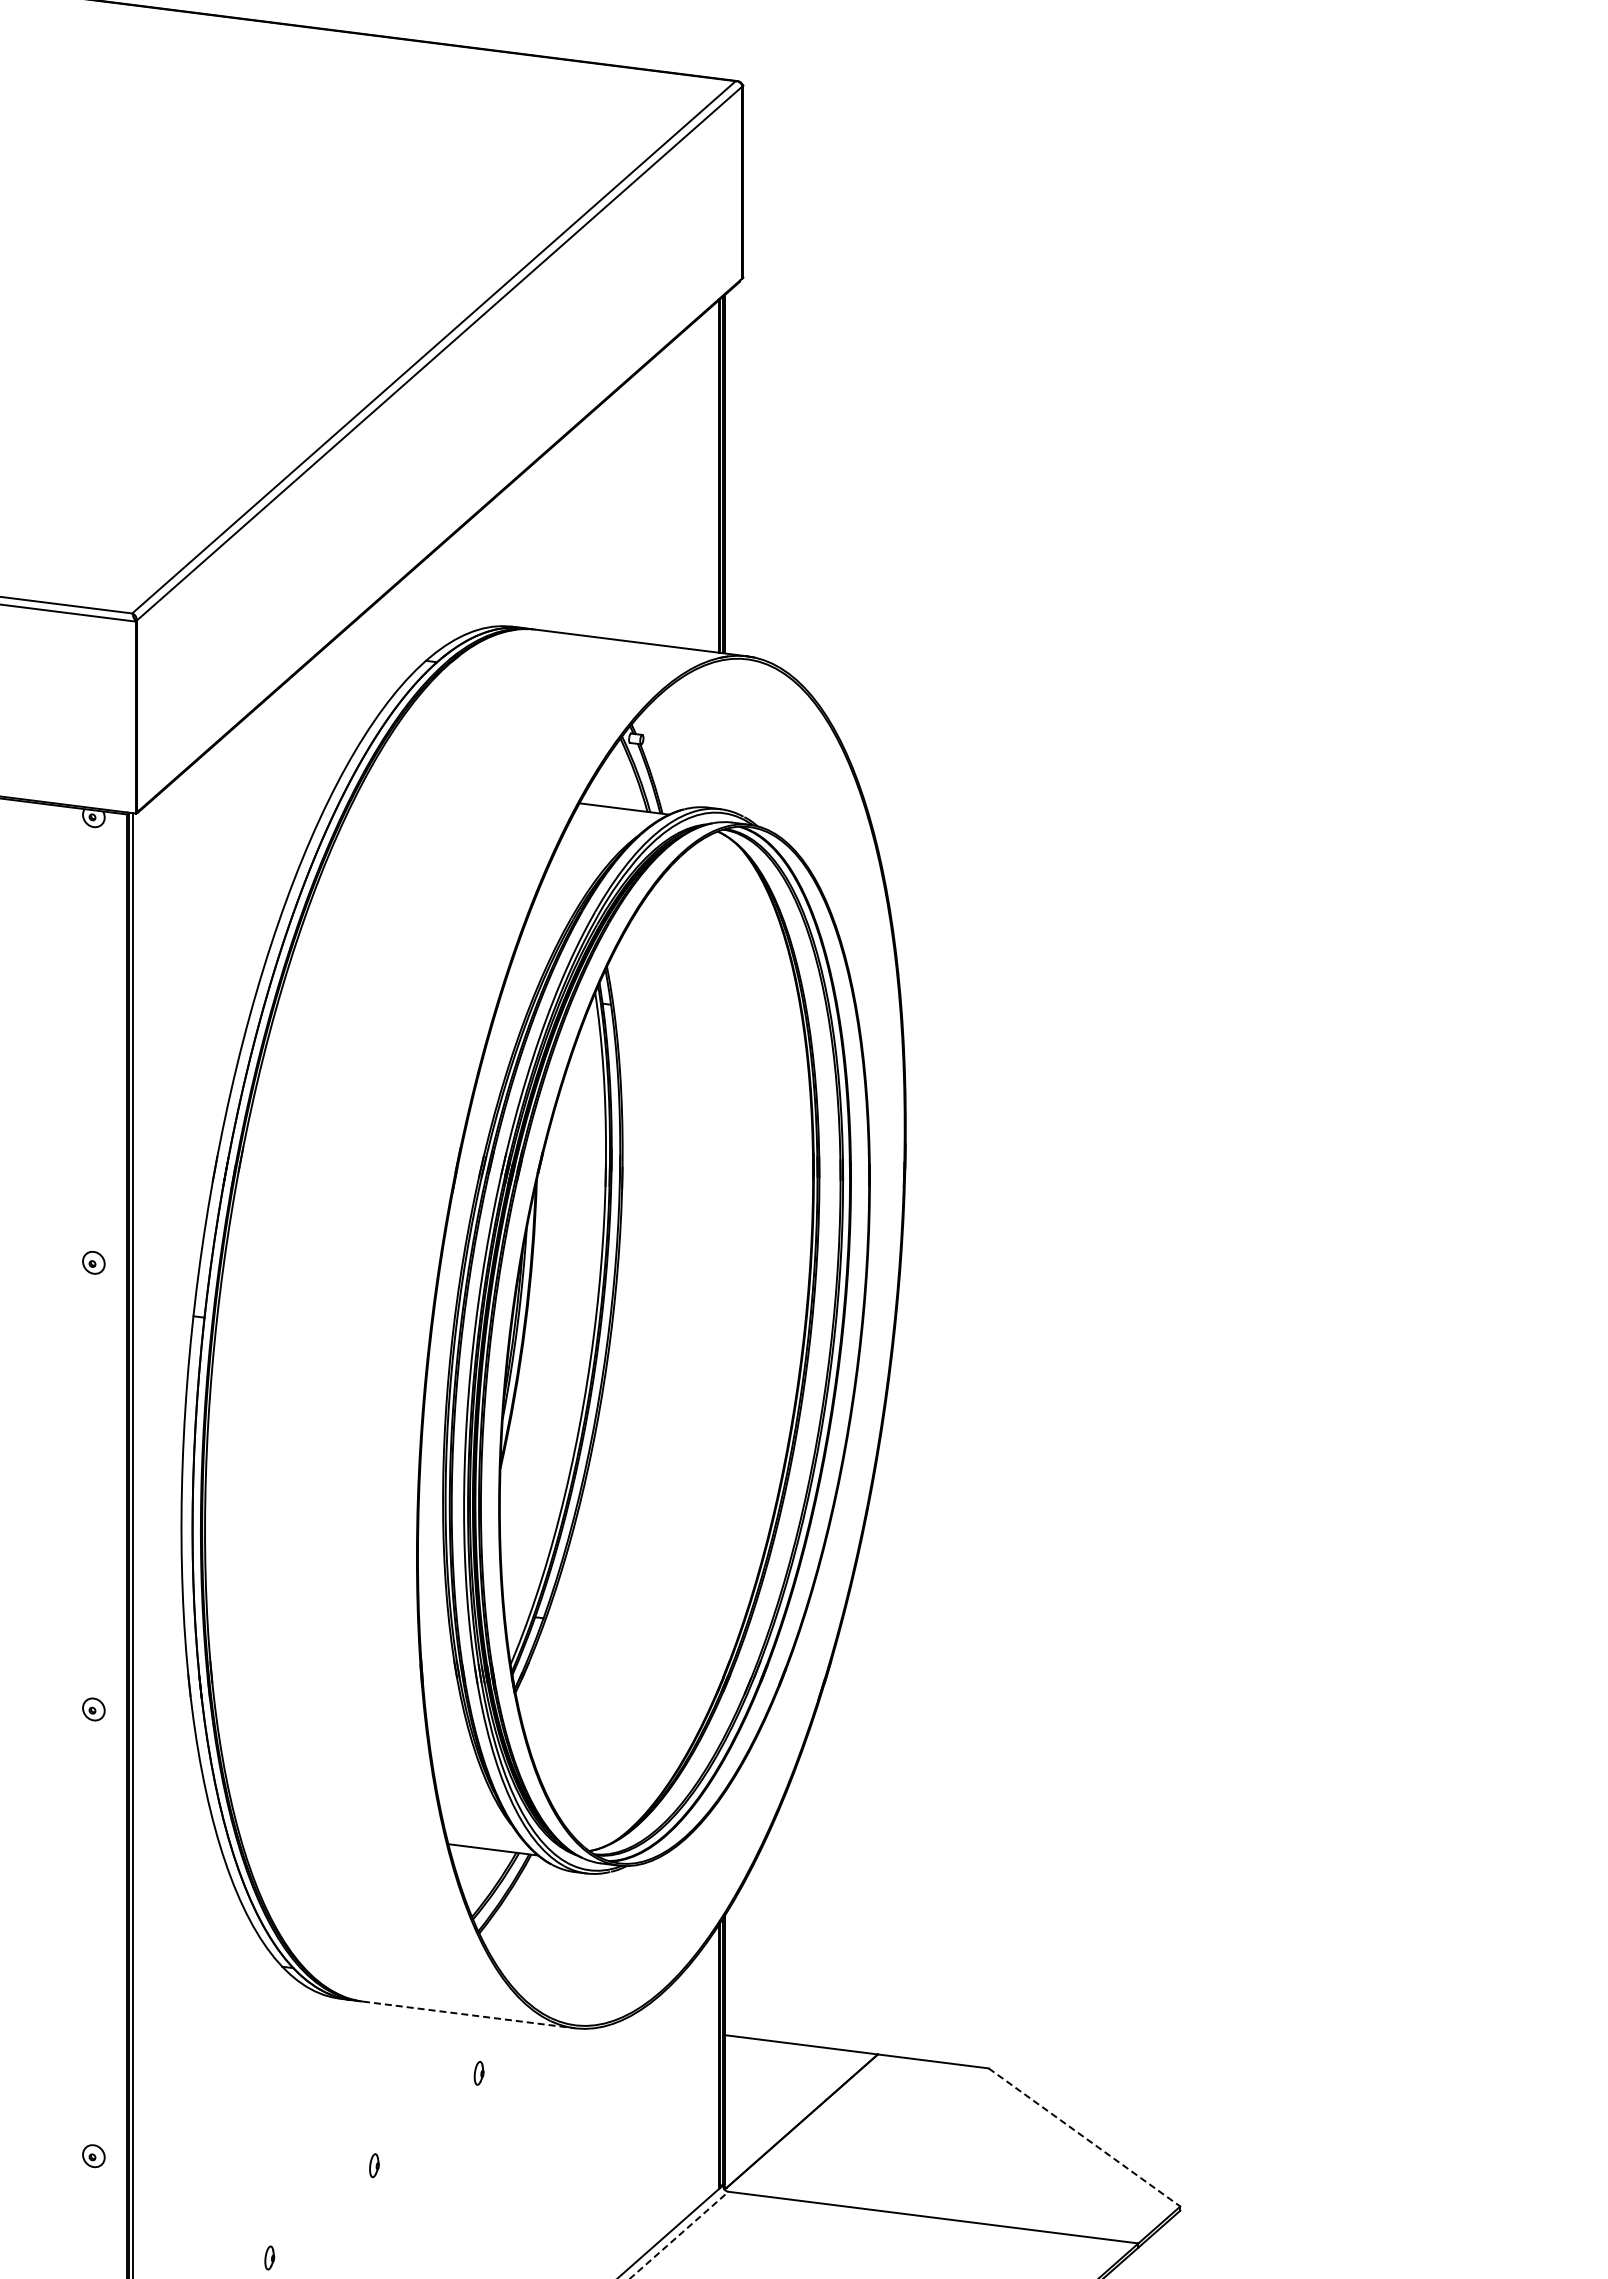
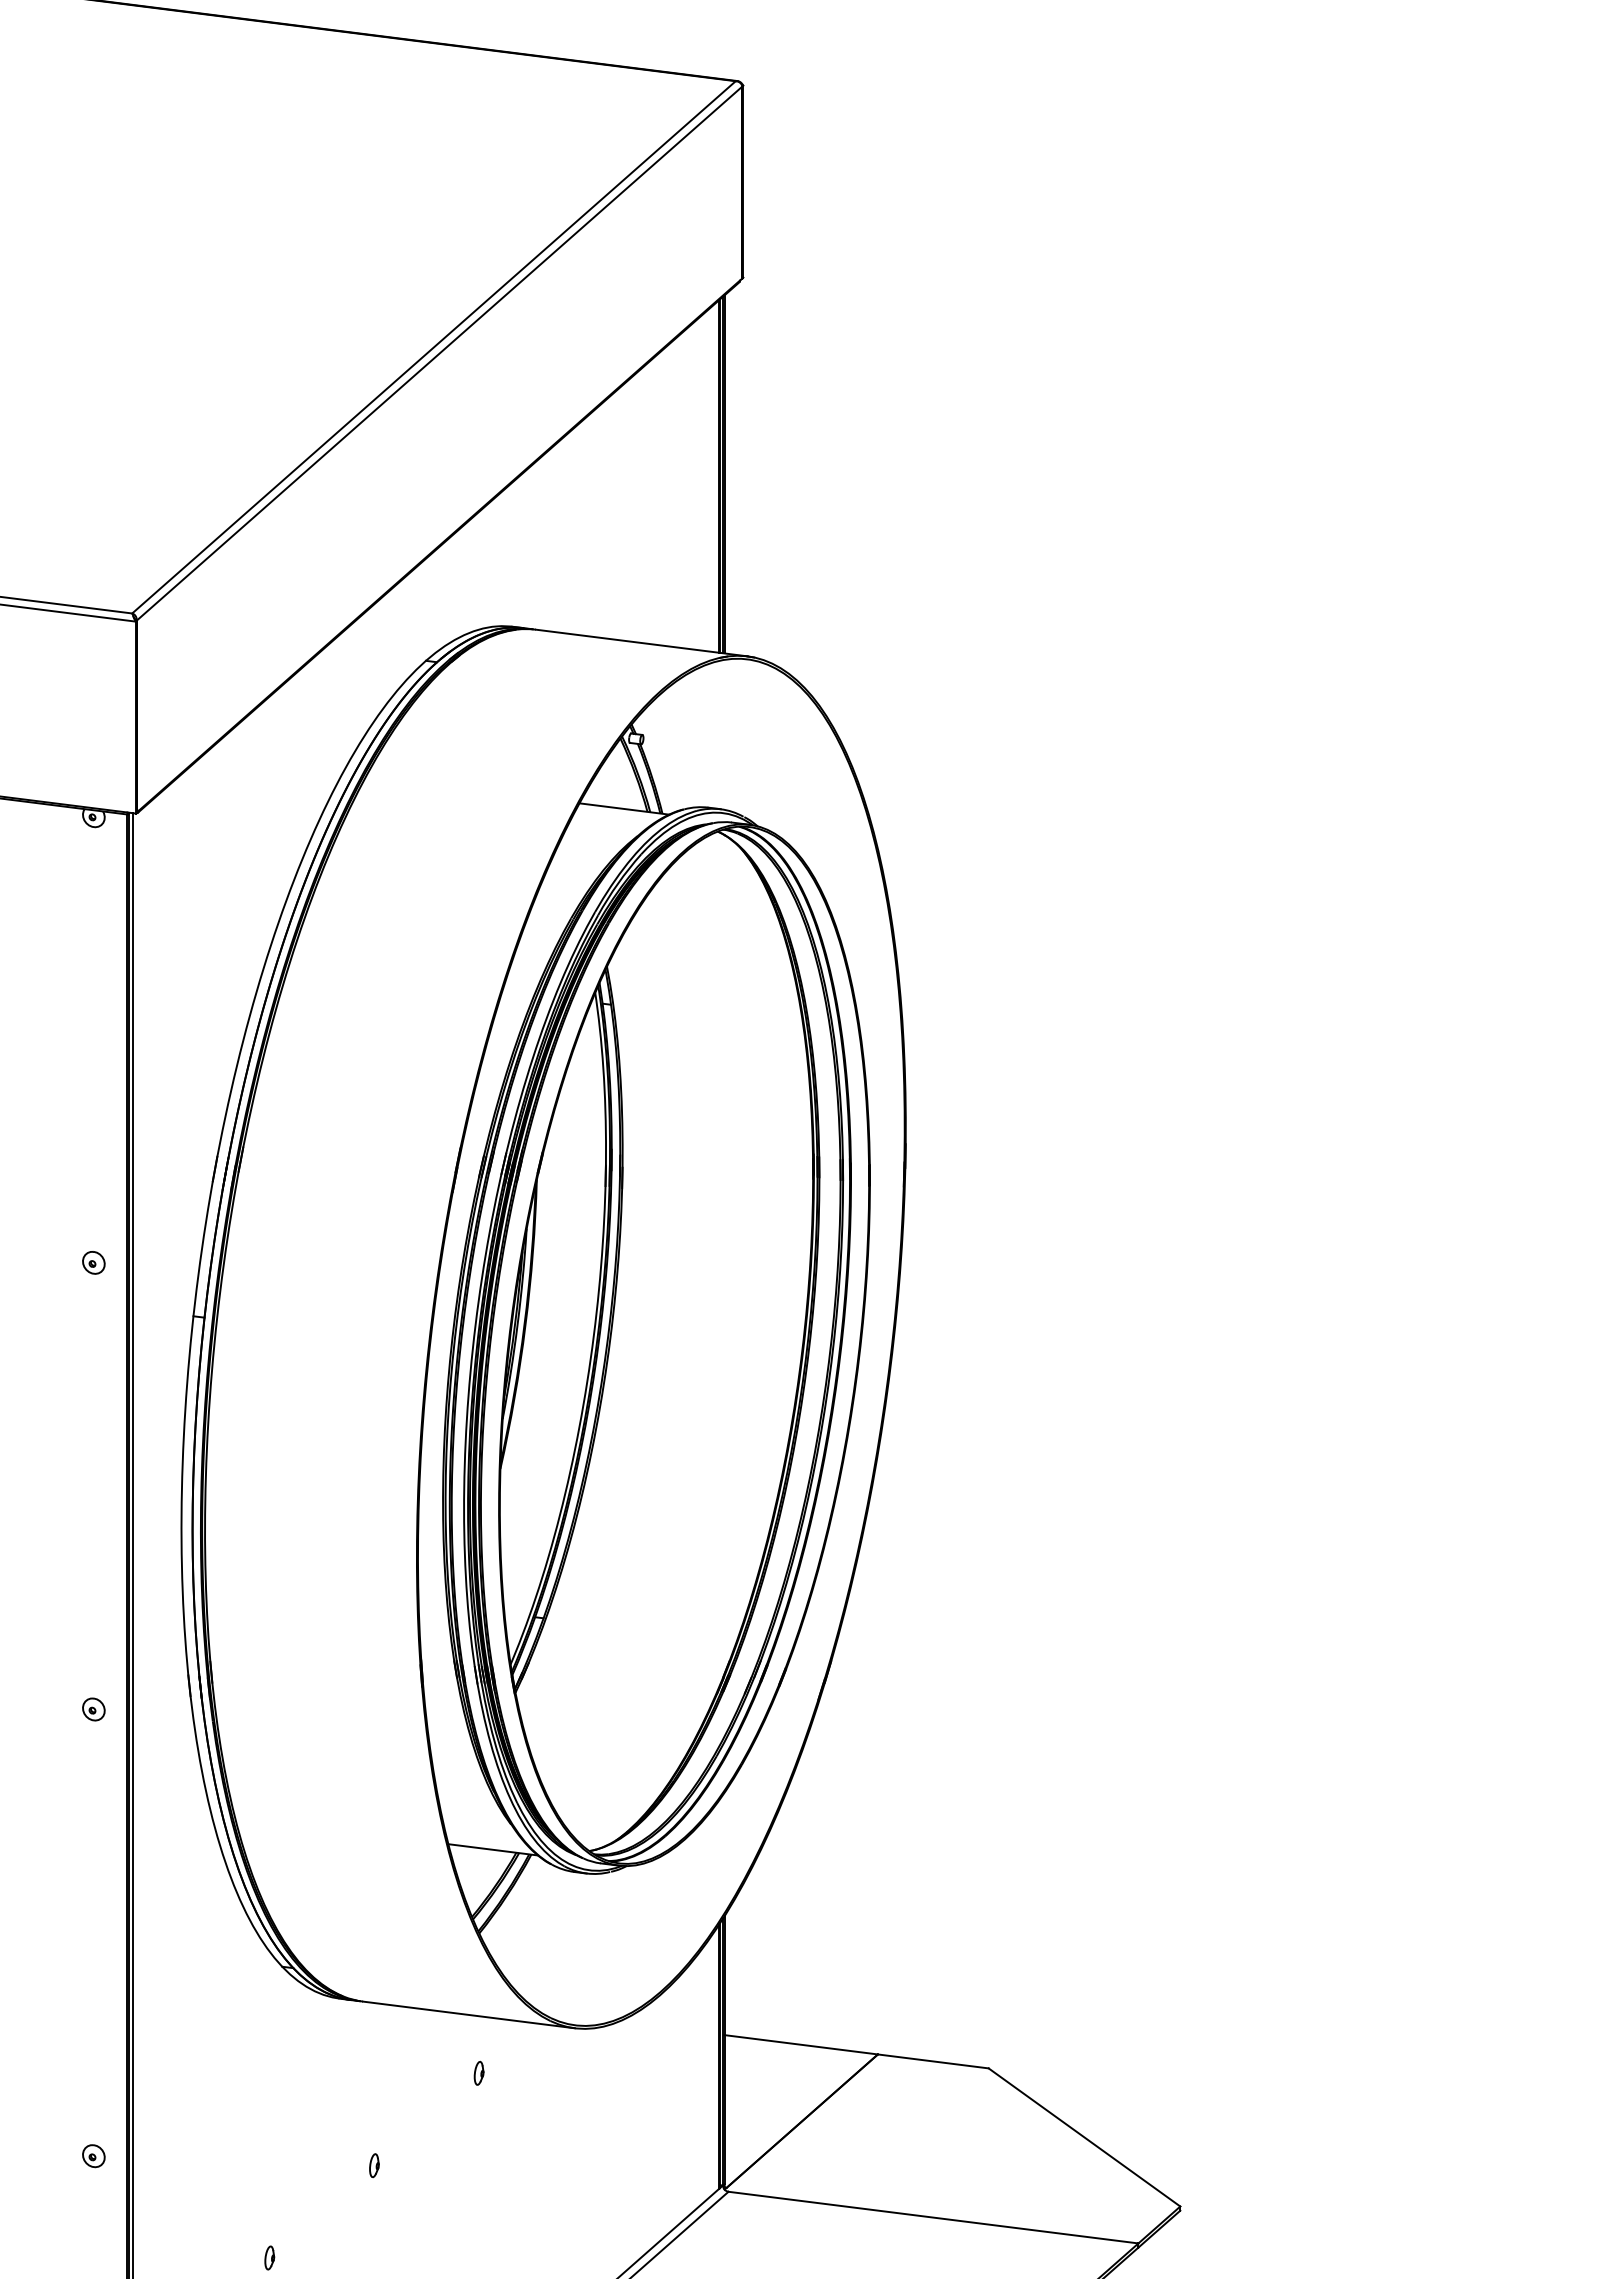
line at (469, 2014): dashed -> solid
line at (1084, 2137): dashed -> solid
line at (679, 2234): dashed -> solid
